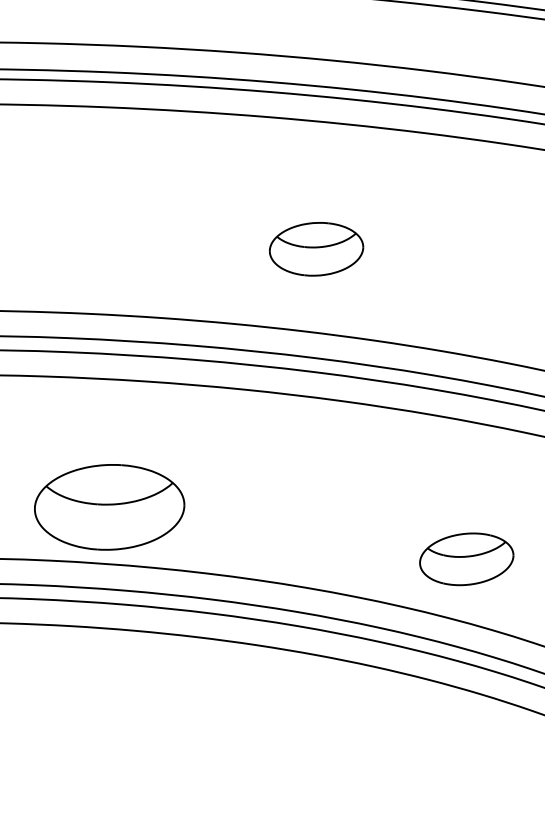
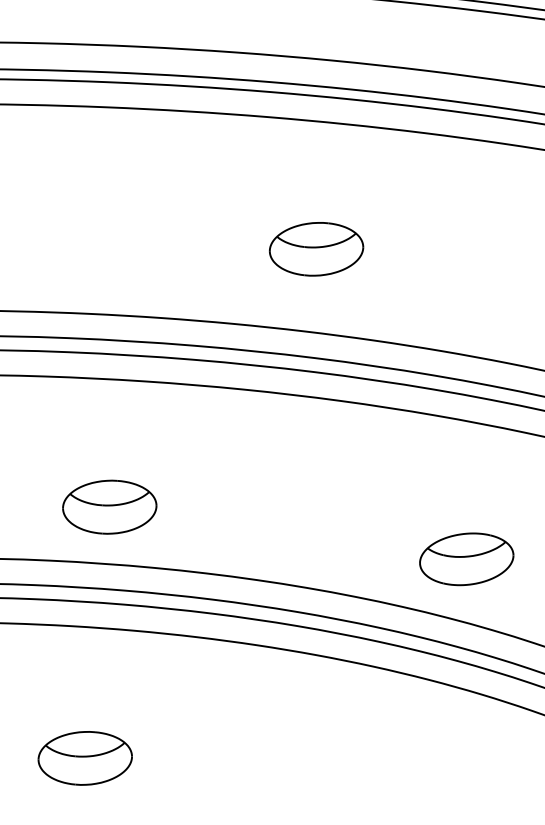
part at (109, 507) size: 152x87 px -> 96x56 px
part at (84, 758): none -> present
